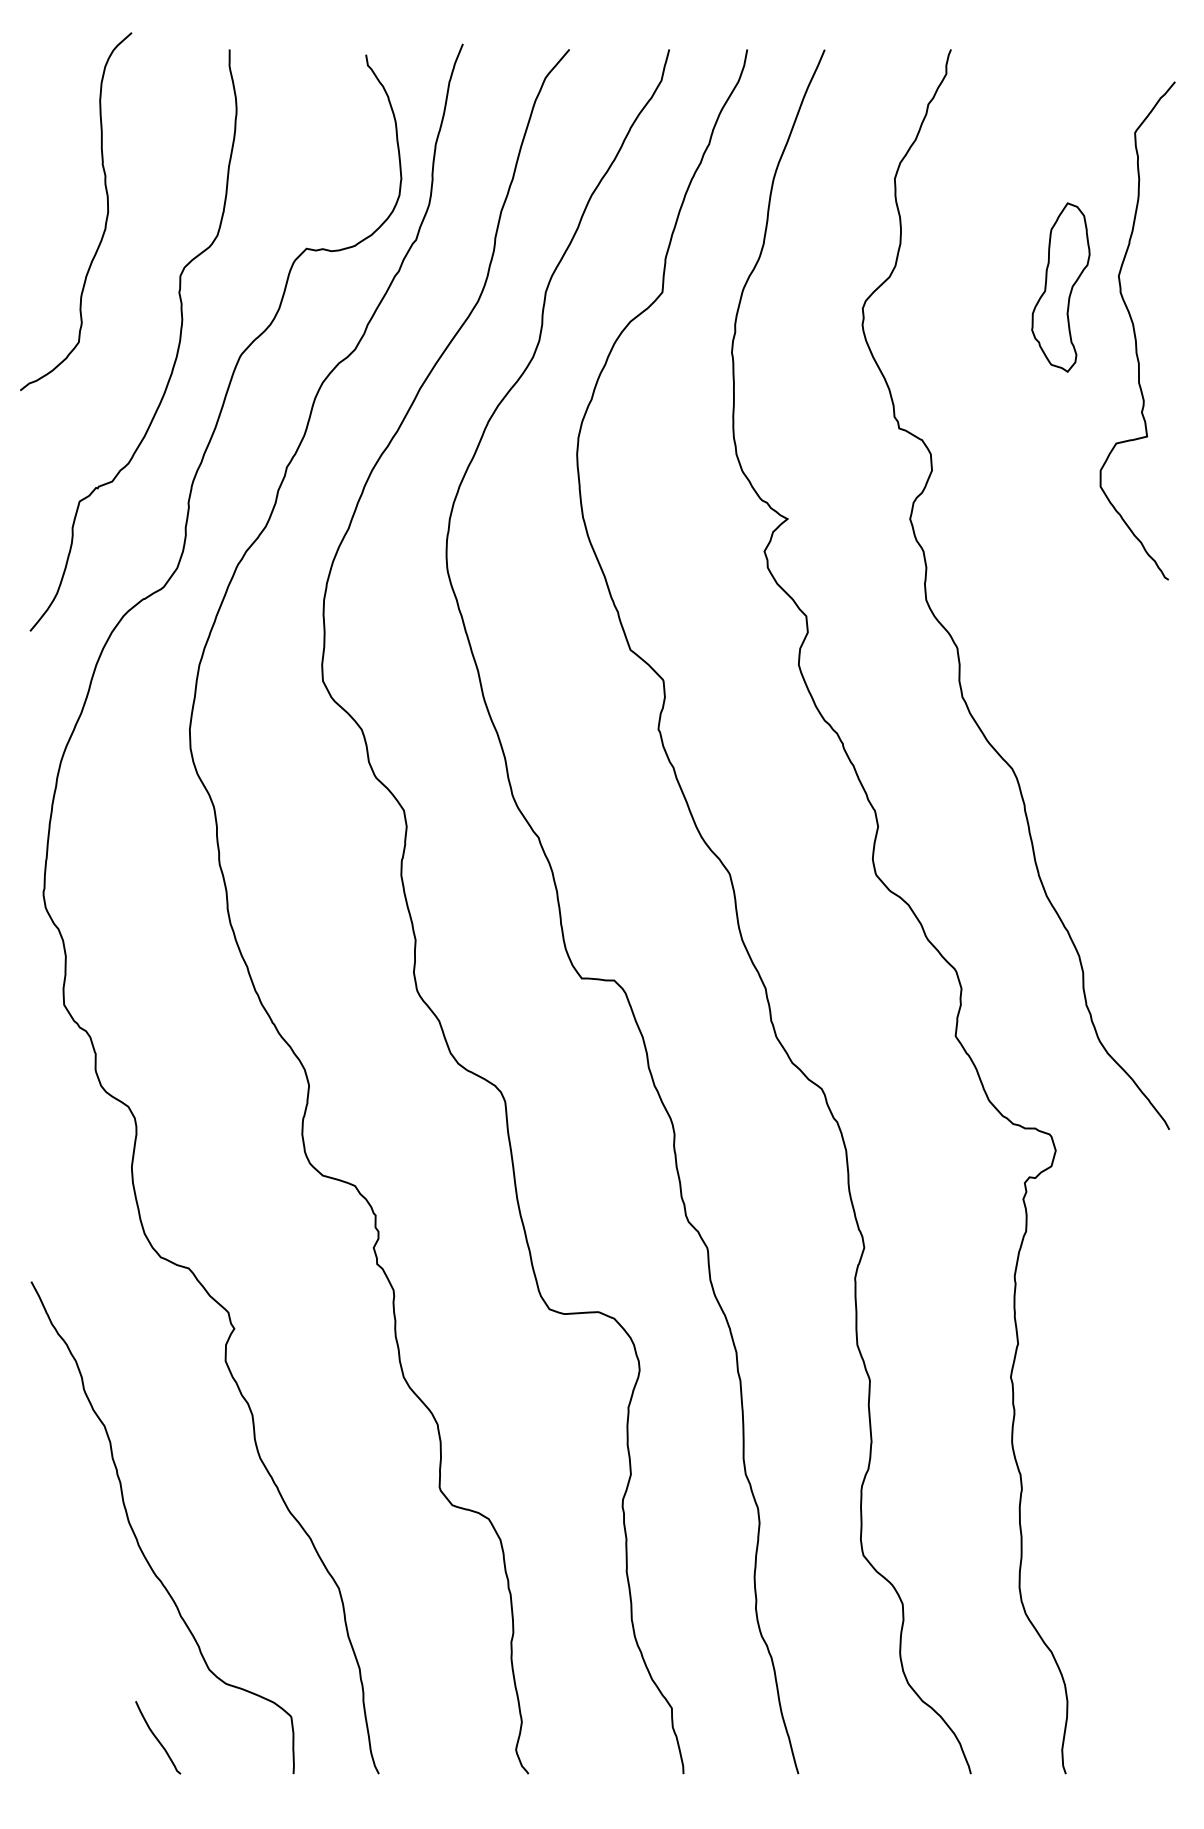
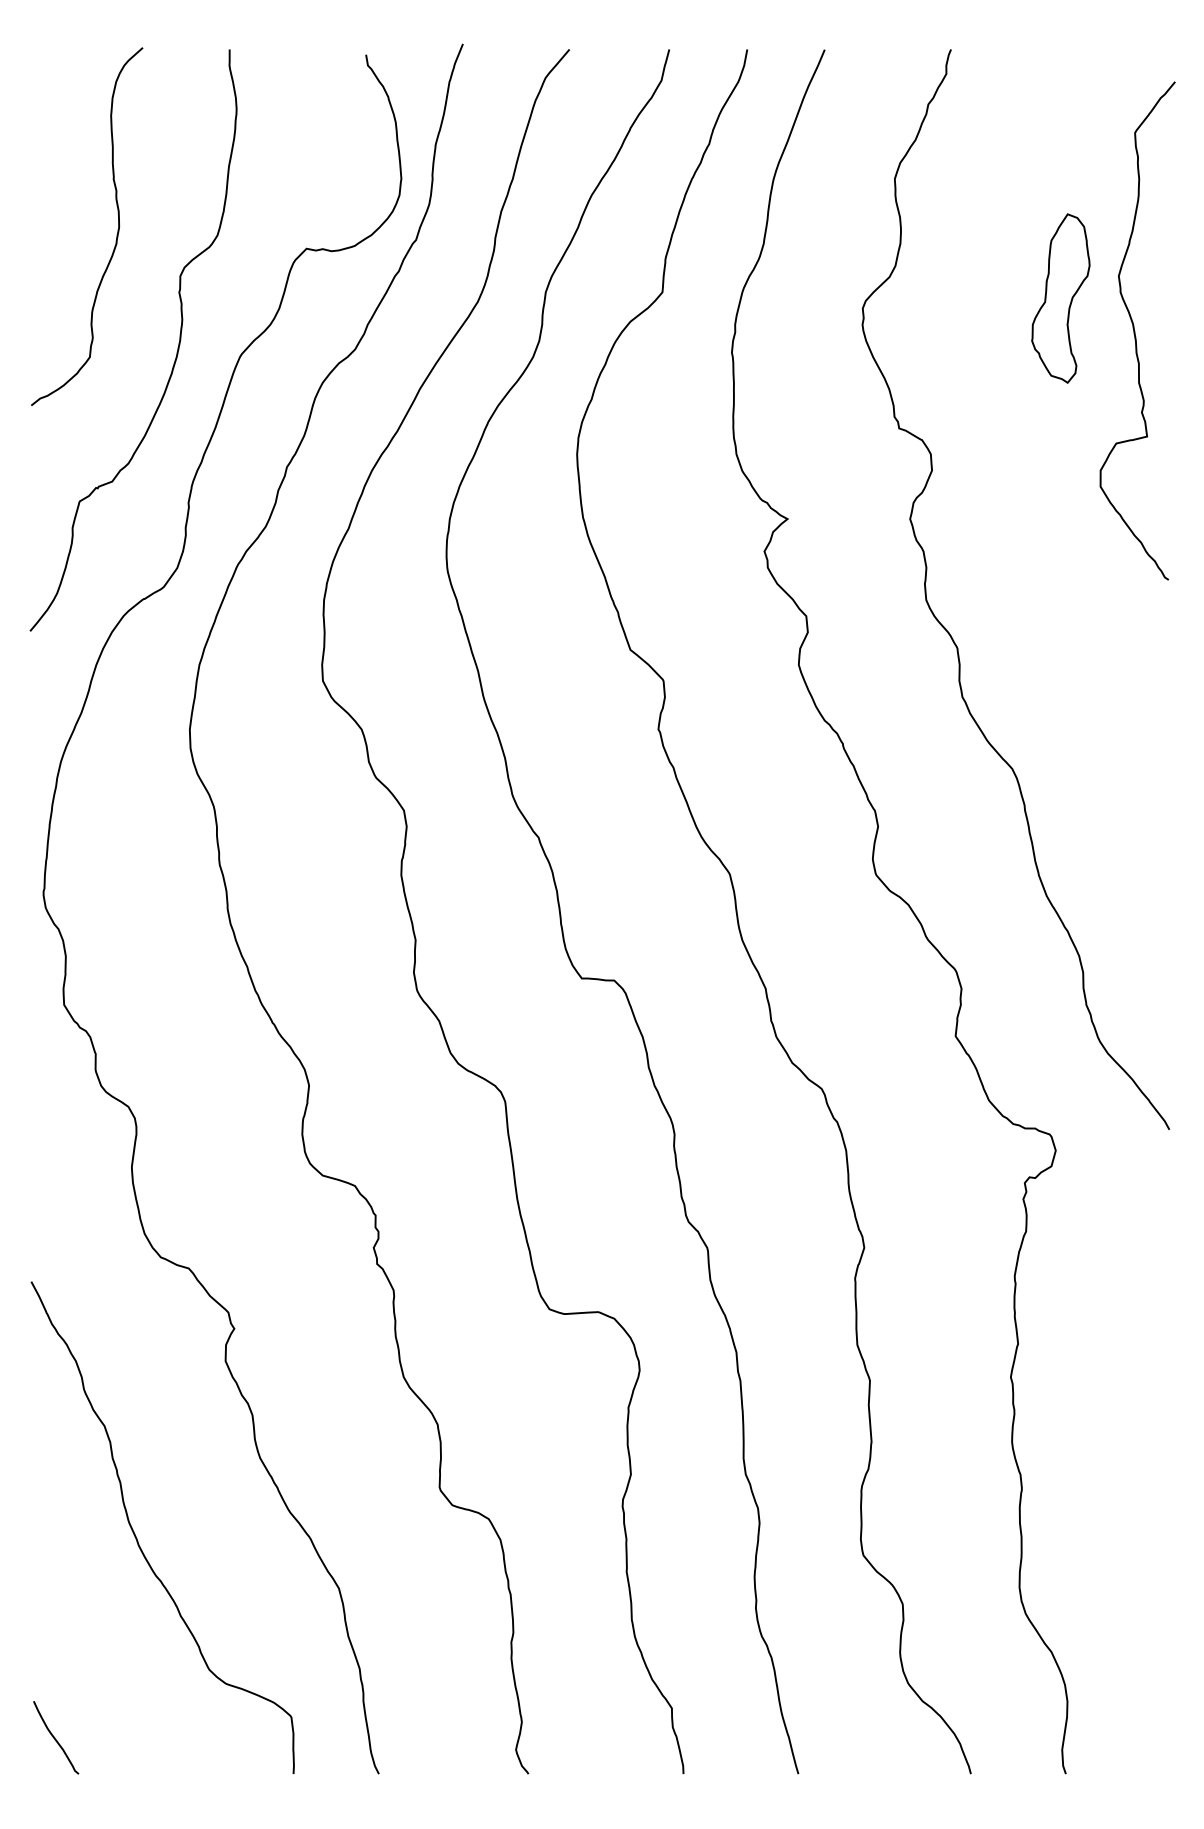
curve at (105, 219) position: (105, 219) -> (116, 234)
part at (1060, 287) position: (1060, 287) -> (1060, 298)
curve at (157, 1737) position: (157, 1737) -> (55, 1737)
